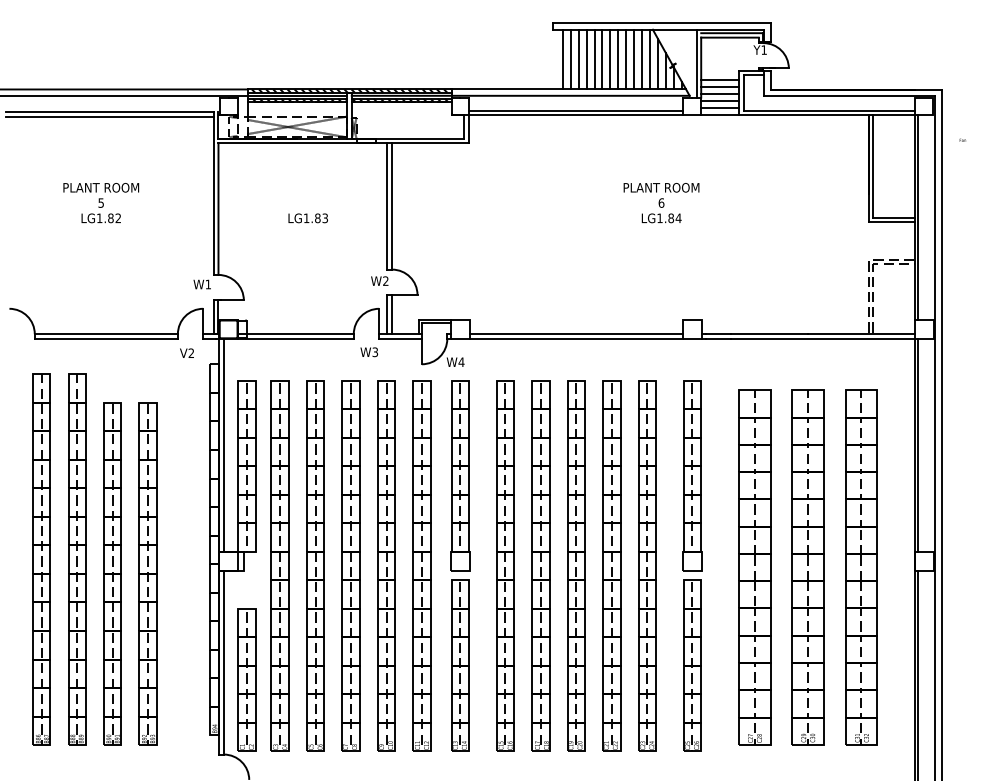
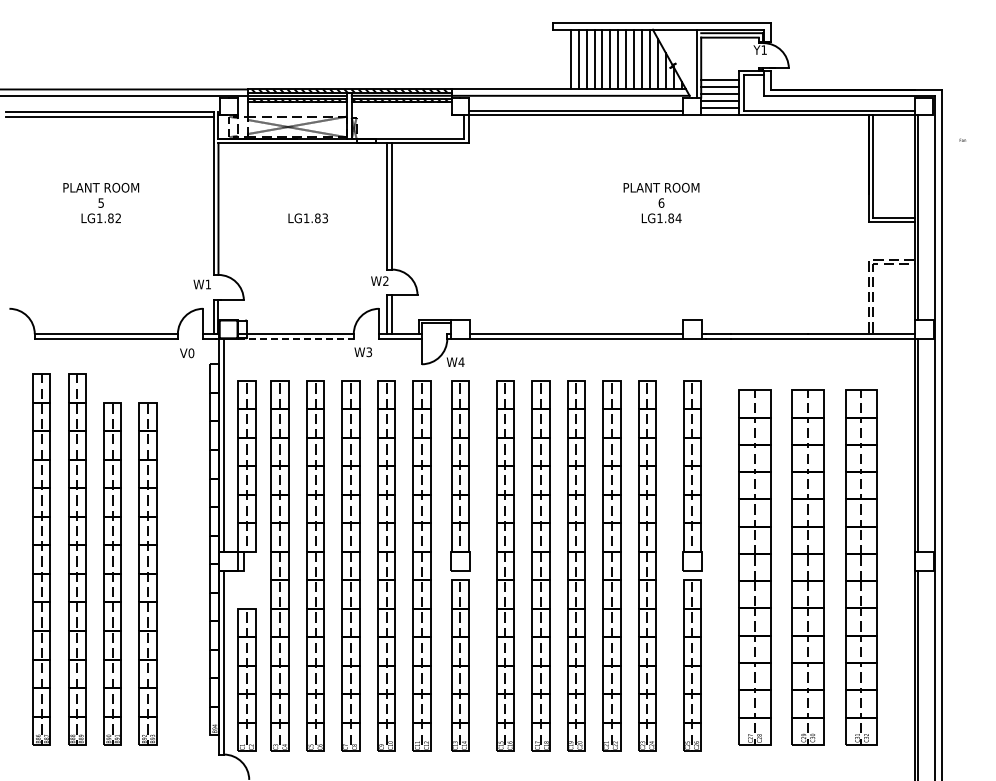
line at (562, 59): present -> none
line at (295, 338): solid -> dashed
text at (369, 352) position: (369, 352) -> (363, 352)
text at (191, 353): V2 -> V0
